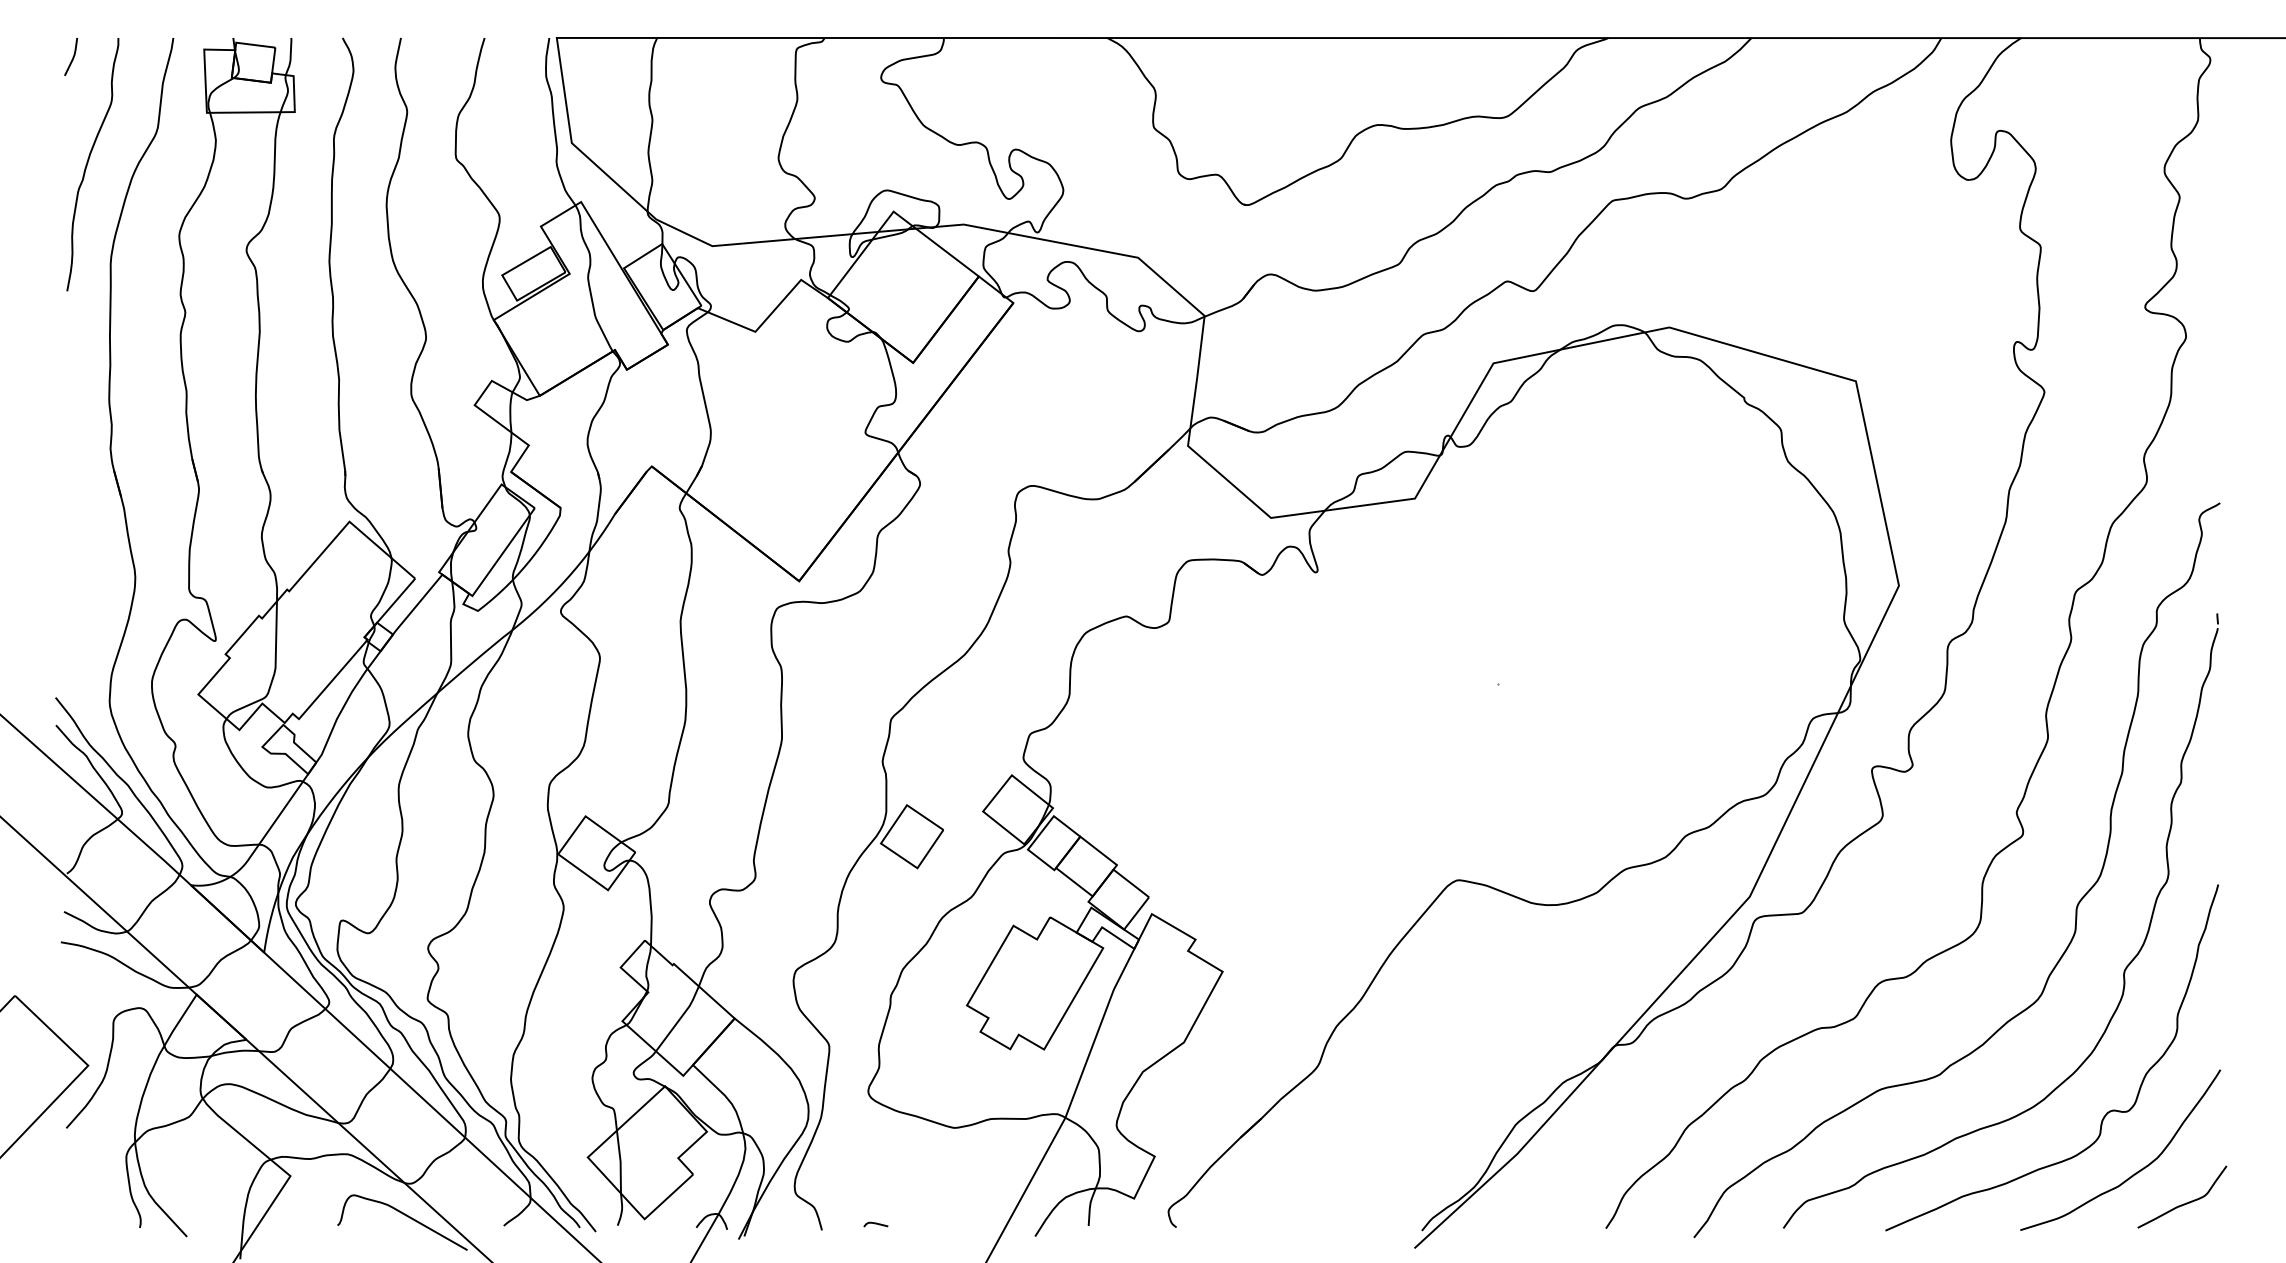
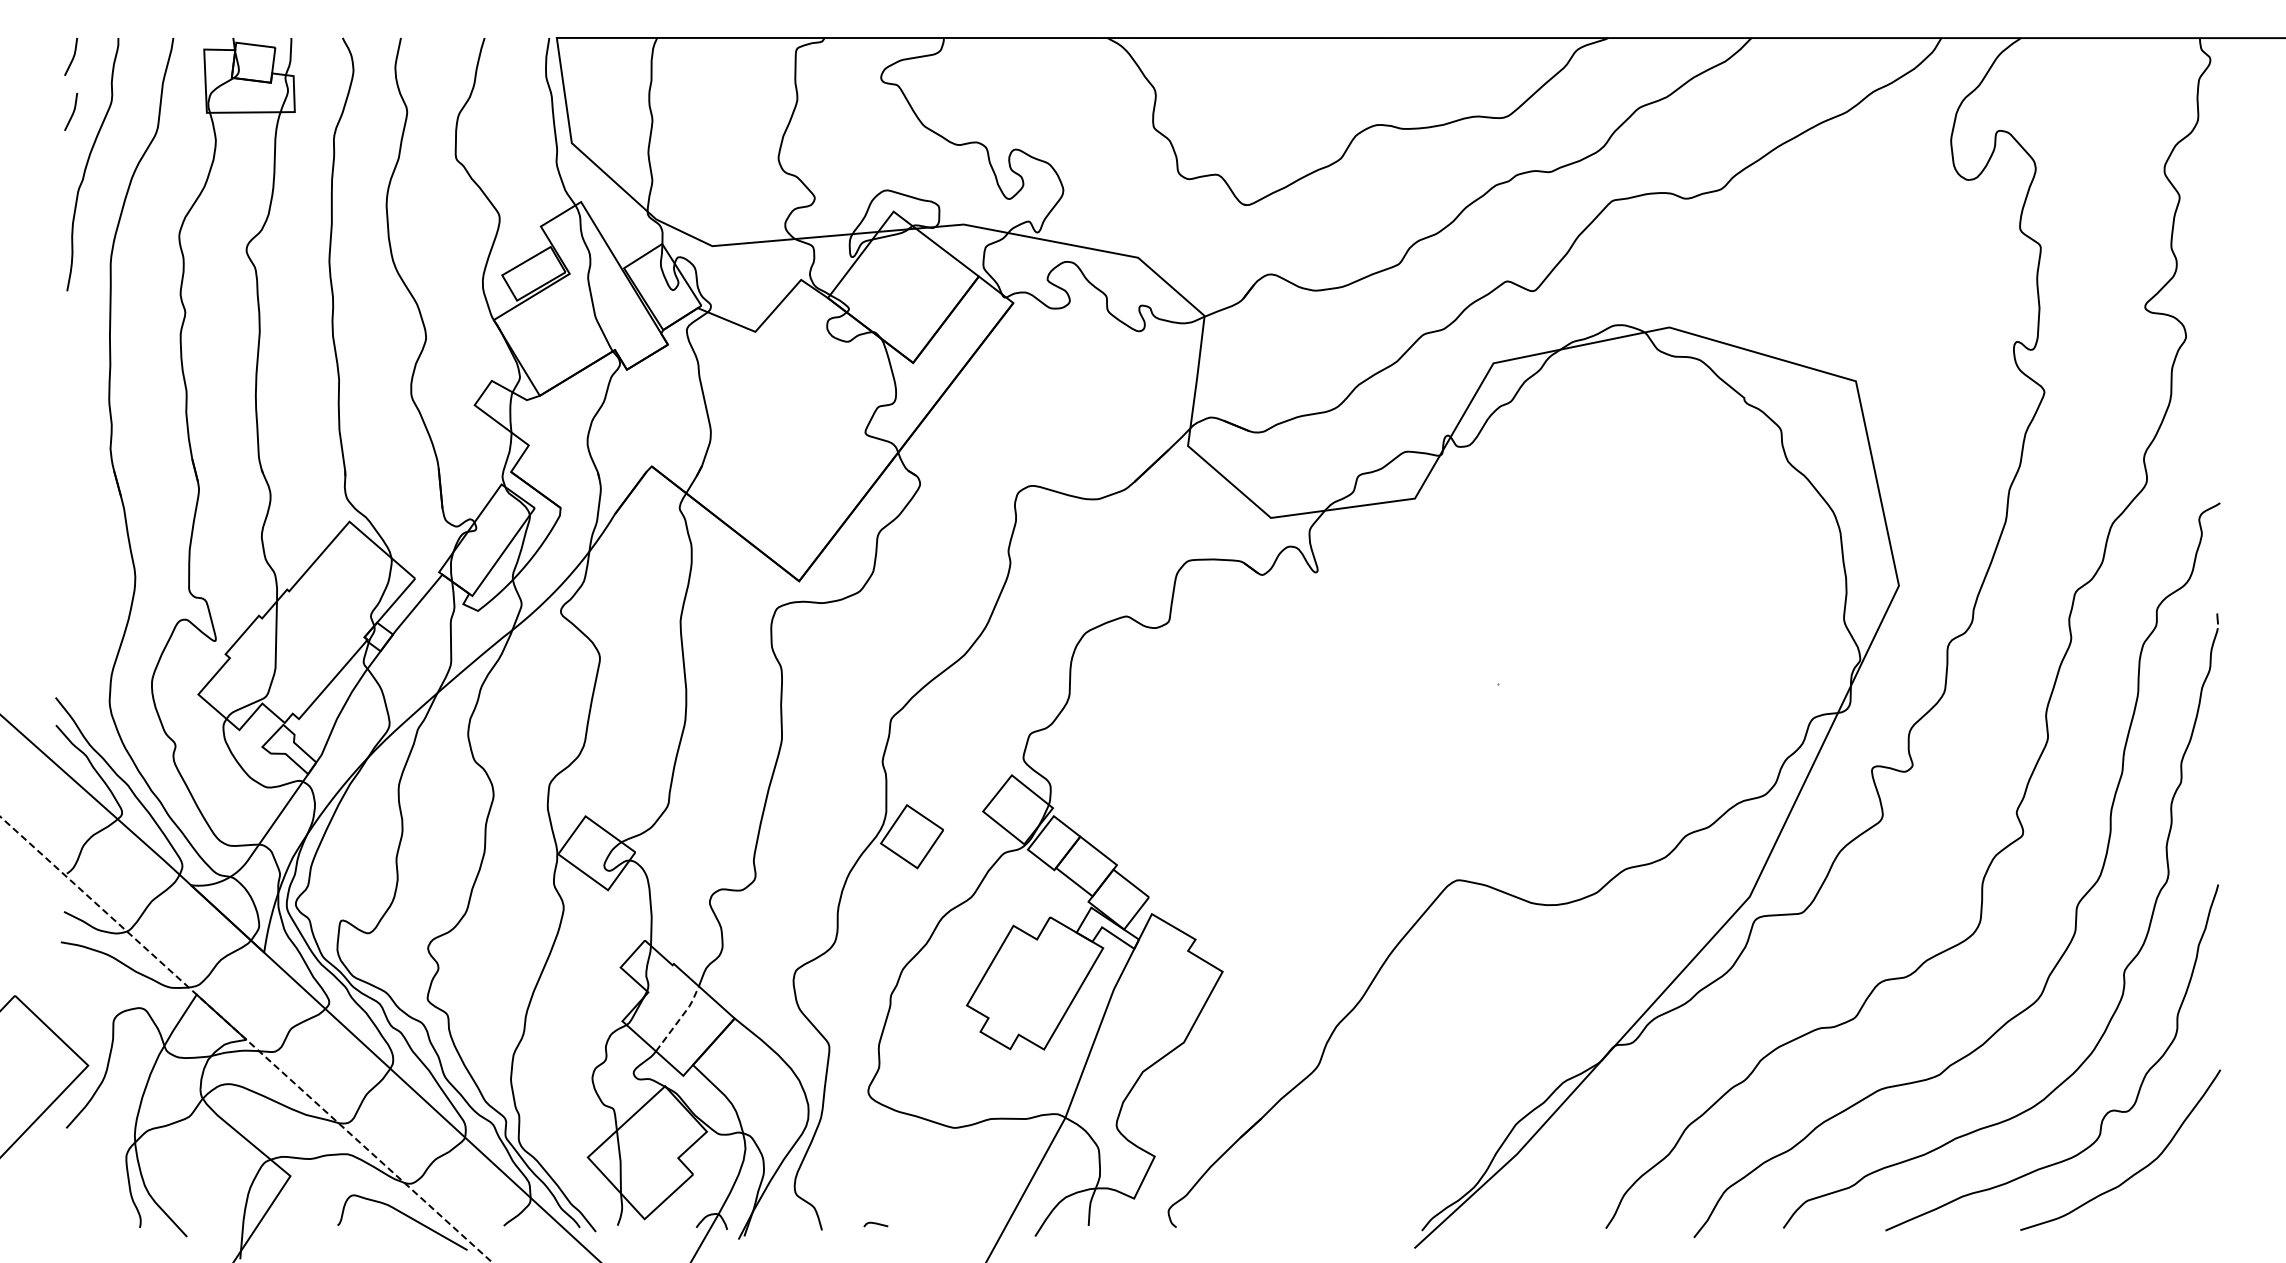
line at (72, 112): none -> present
line at (680, 1018): solid -> dashed
line at (245, 1039): solid -> dashed
curve at (2183, 1203): present -> none
